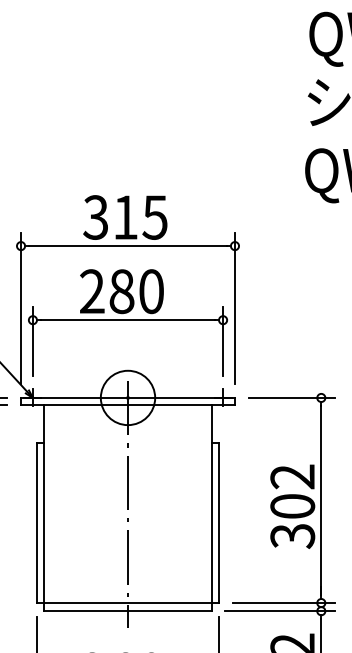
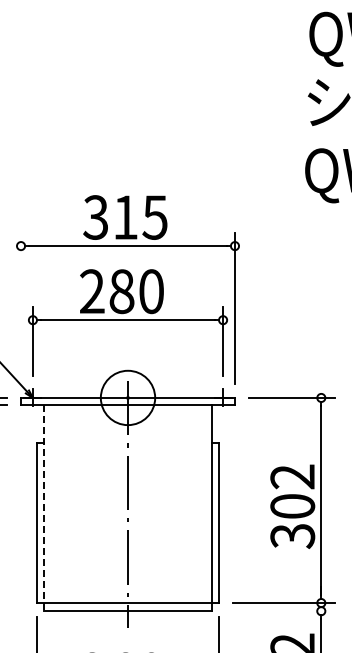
line at (21, 308): present -> none
line at (44, 508): solid -> dashed
line at (279, 611): present -> none
